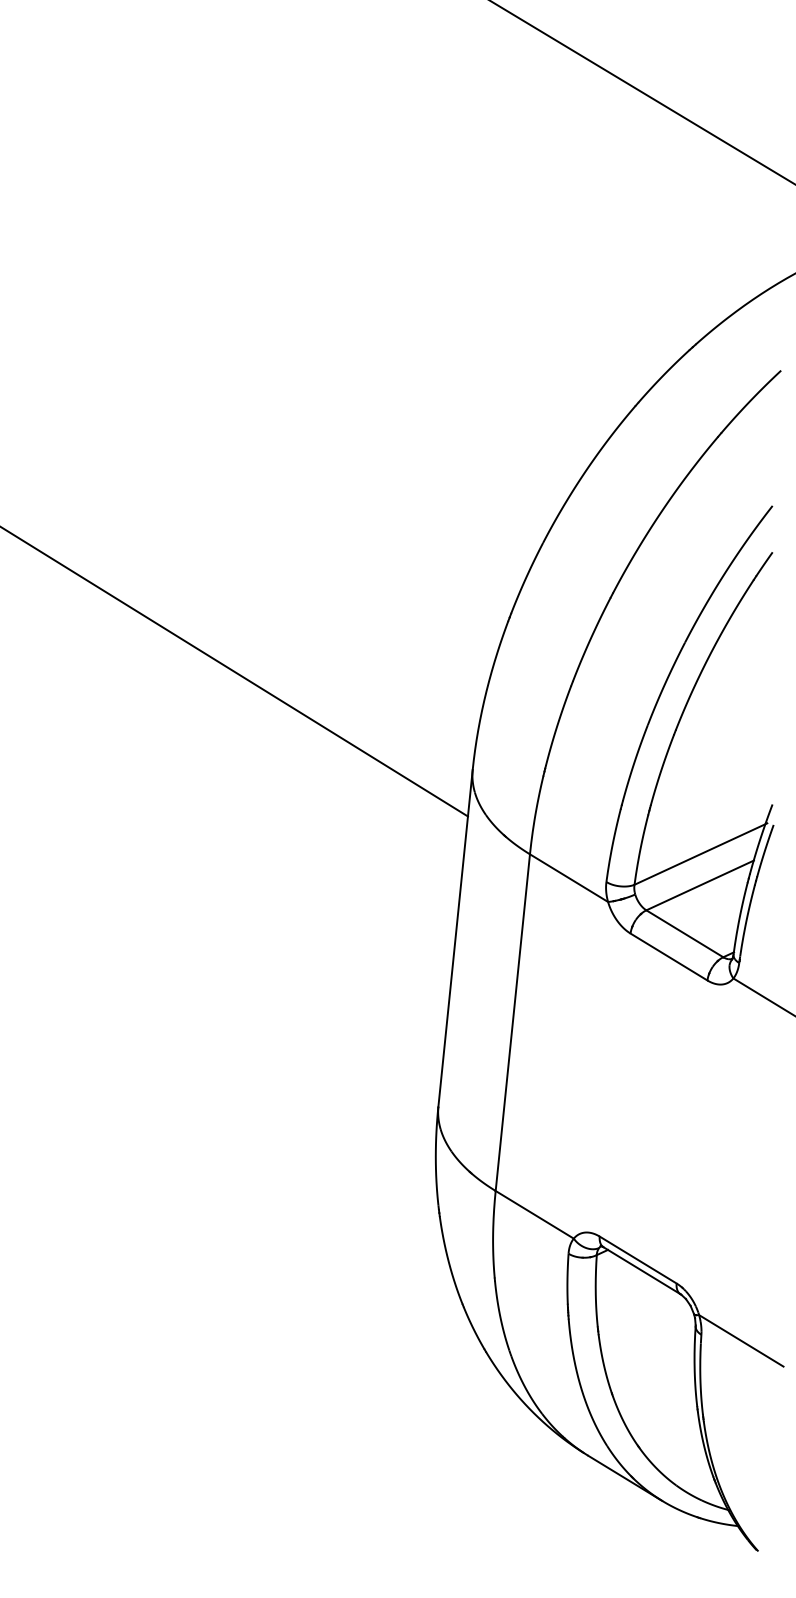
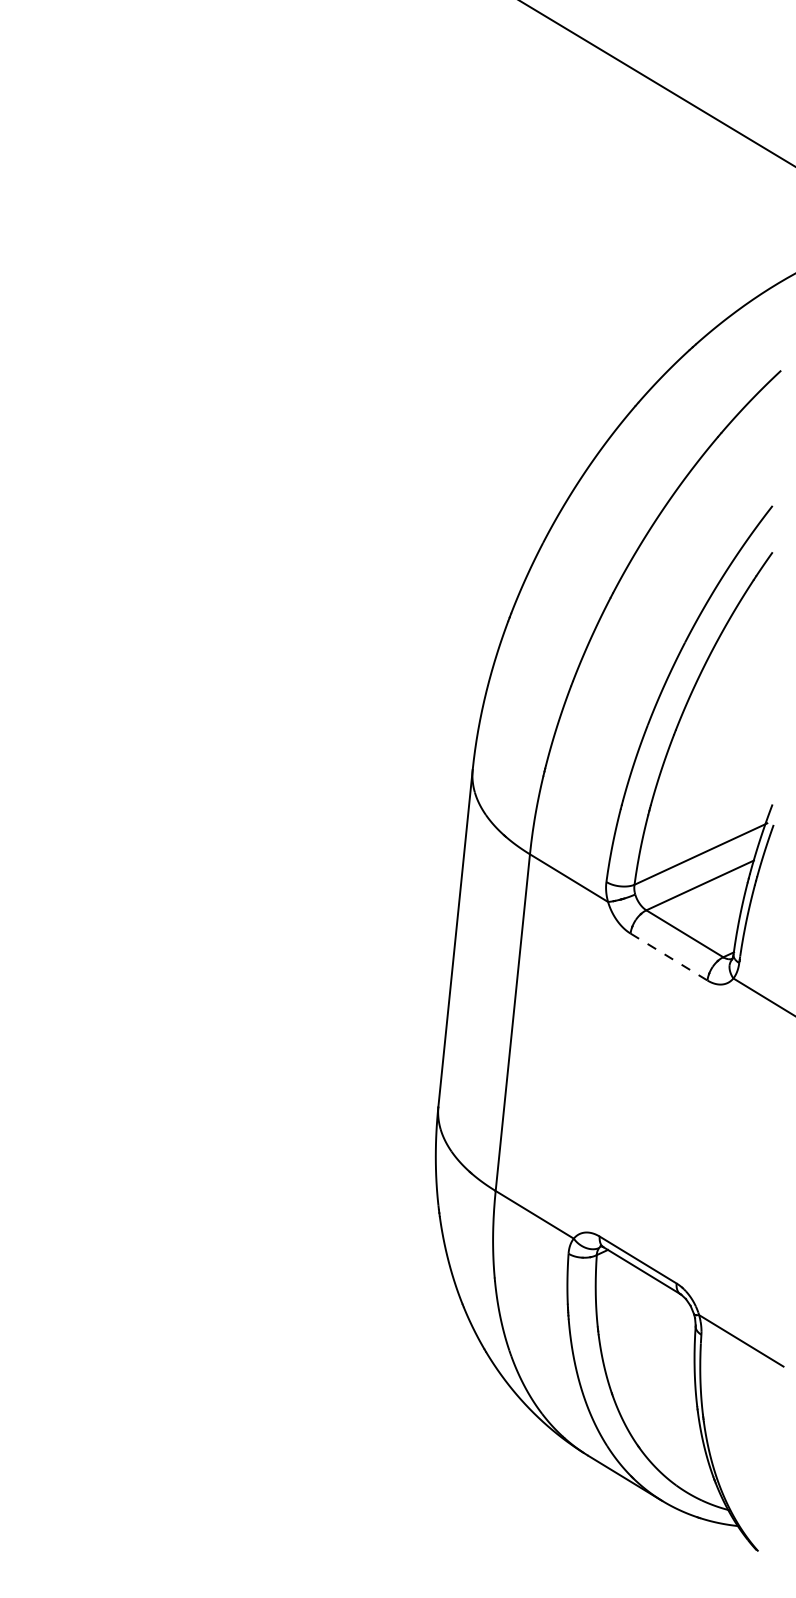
line at (642, 92) position: (642, 92) -> (657, 83)
line at (234, 672): present -> none
line at (669, 957): solid -> dashed
